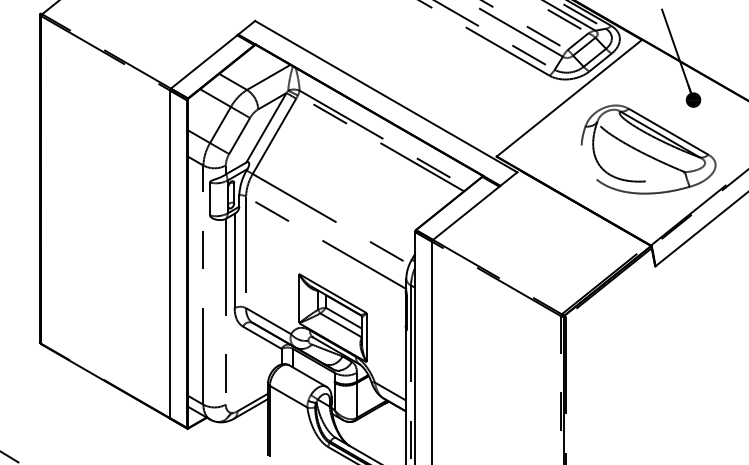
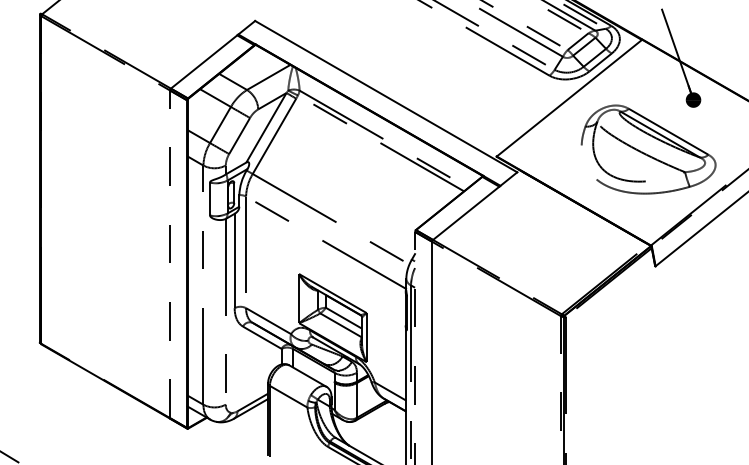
line at (170, 254): solid -> dashed
line at (415, 347): solid -> dashed
